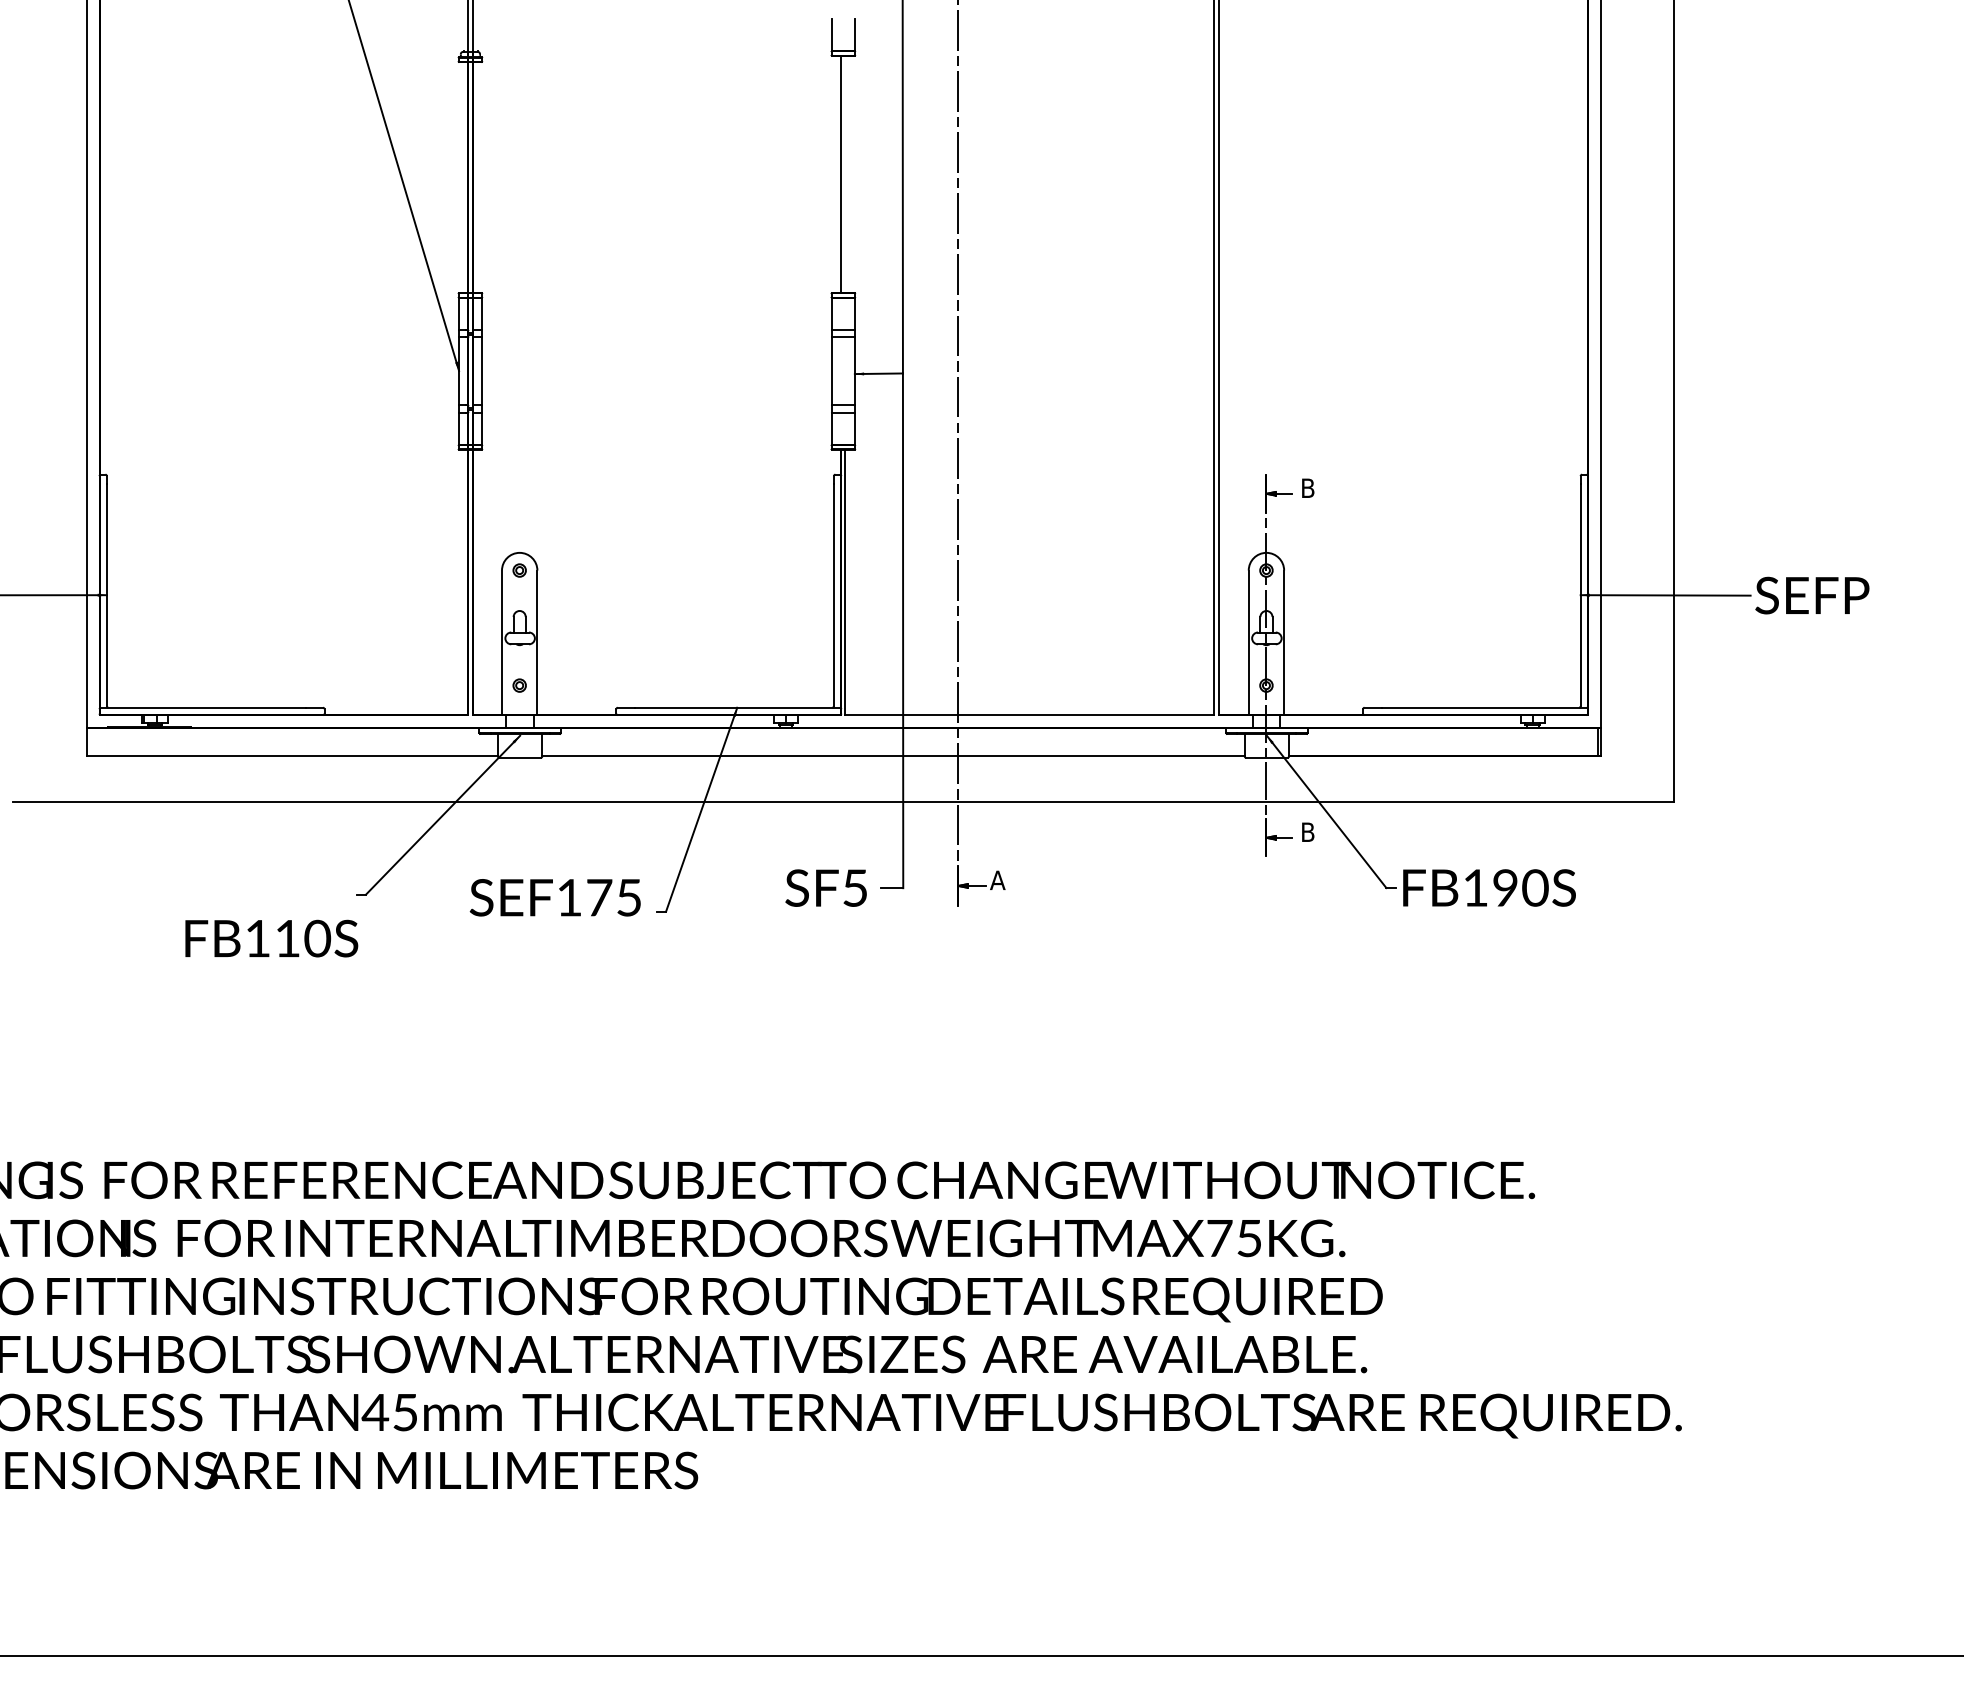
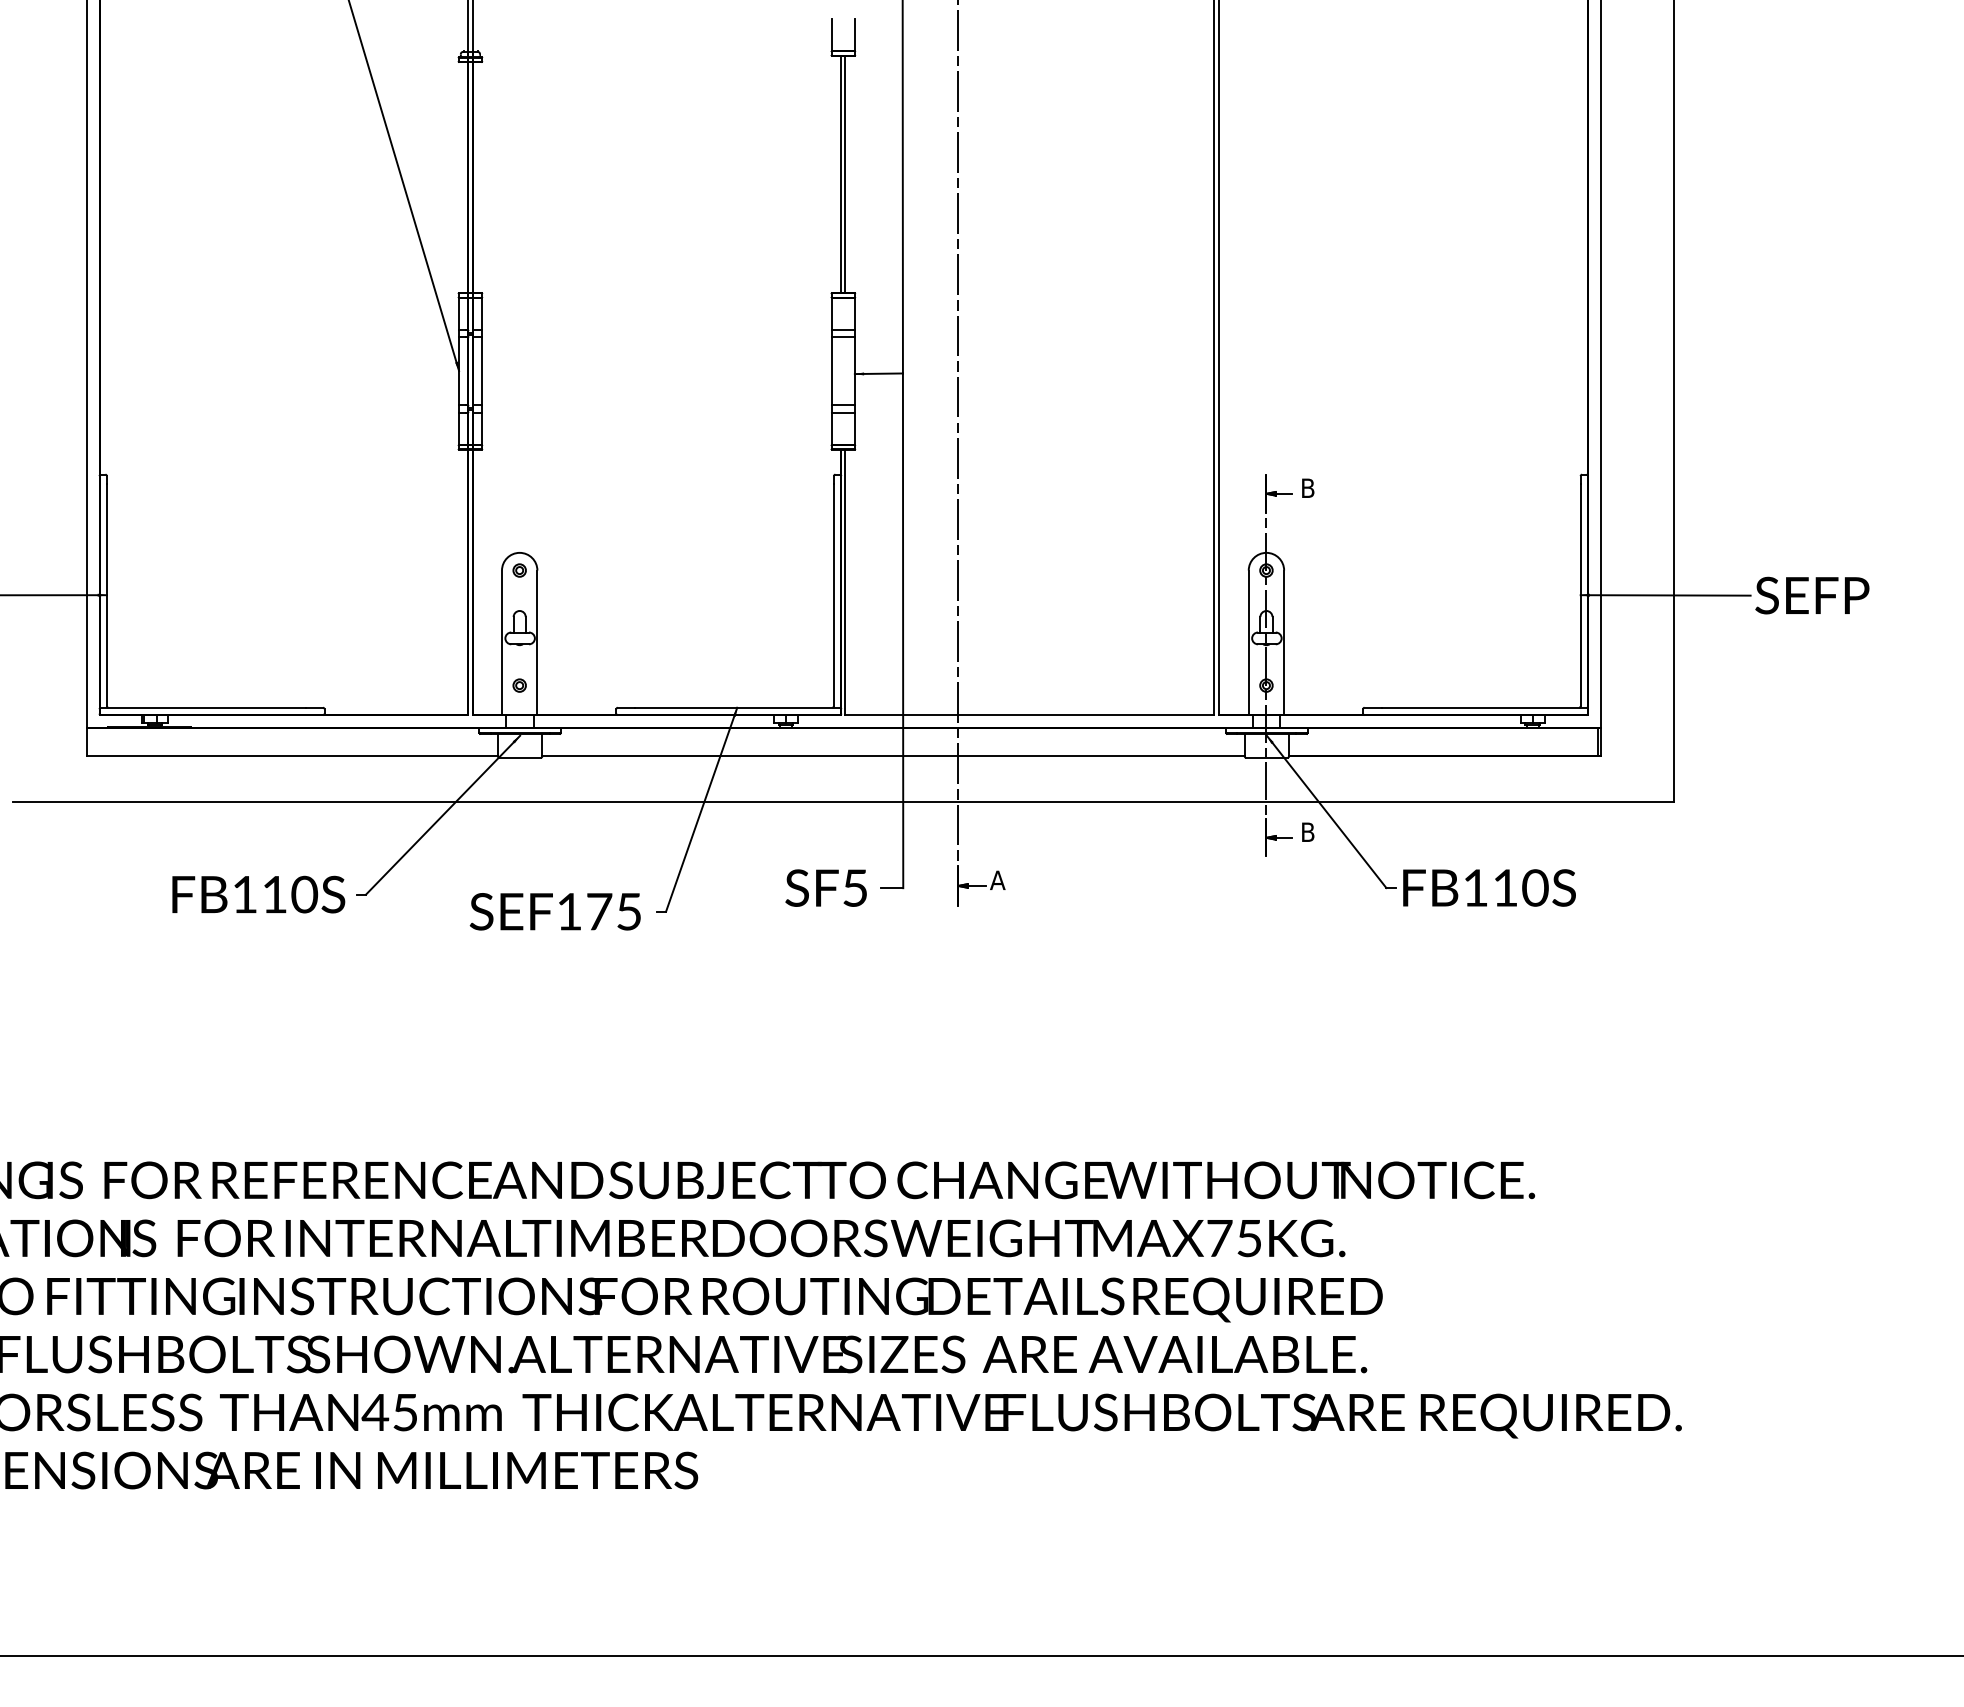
line at (845, 174): none -> present
text at (1505, 887): FB190S -> FB110S
text at (554, 897) position: (554, 897) -> (554, 911)
text at (271, 938) position: (271, 938) -> (258, 894)
